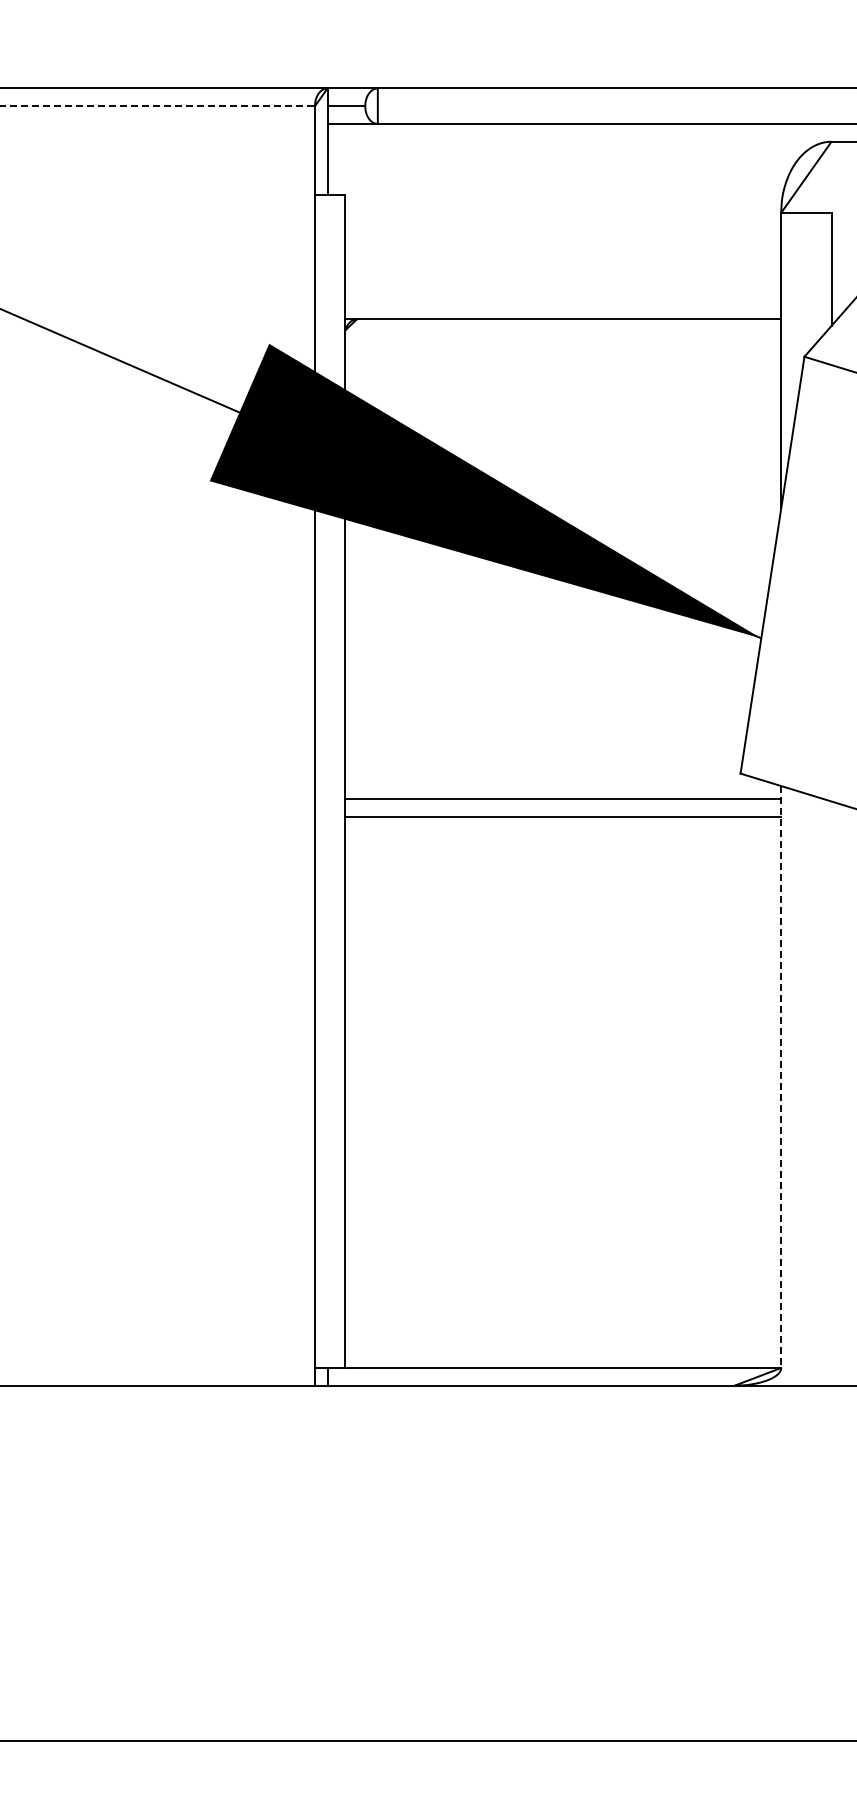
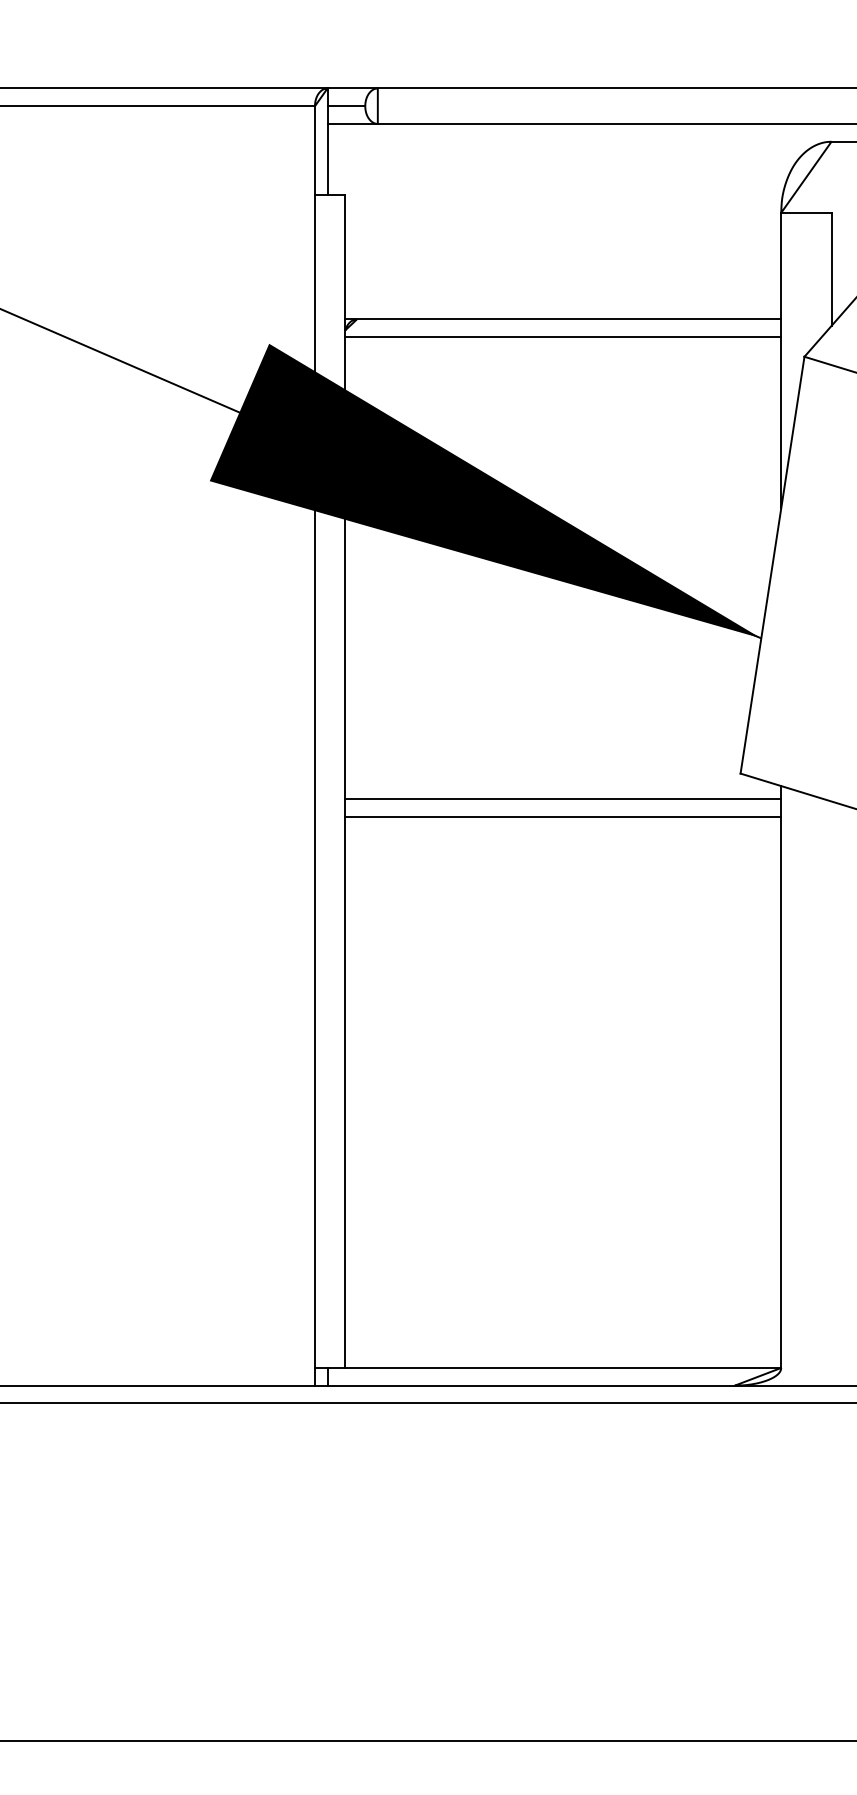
line at (158, 106): dashed -> solid
line at (563, 337): none -> present
line at (781, 1077): dashed -> solid
line at (427, 1402): none -> present
